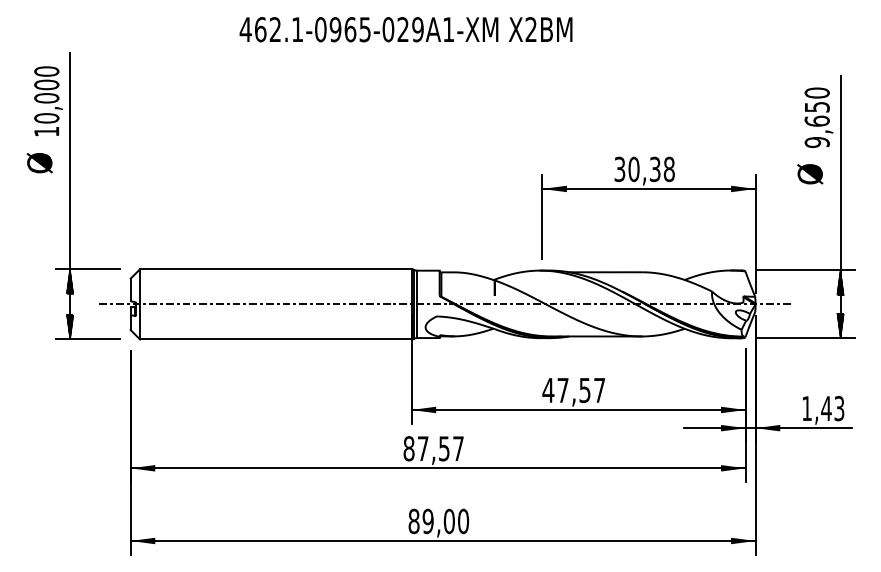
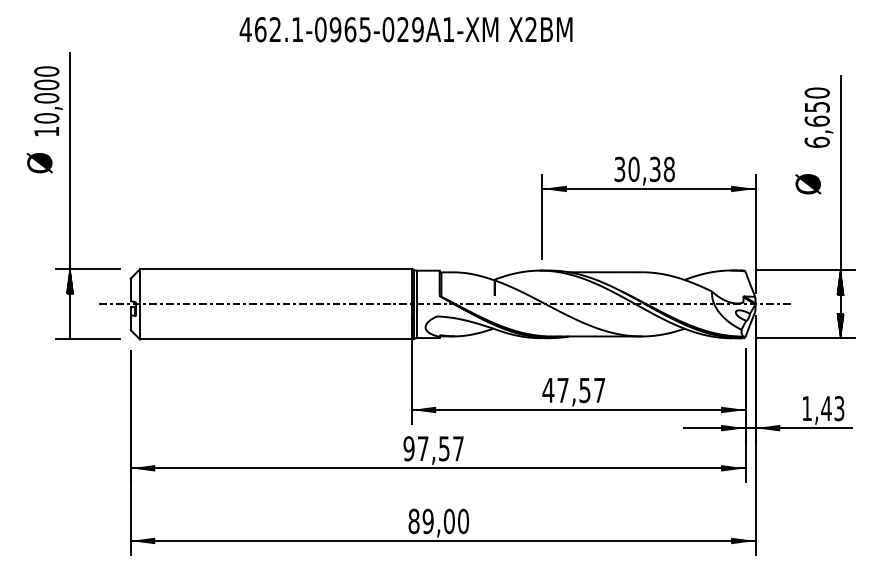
text at (816, 142): 9,650 -> 6,650
text at (810, 174) position: (810, 174) -> (808, 184)
hatch at (69, 326): present -> none
text at (408, 448): 87,57 -> 97,57
